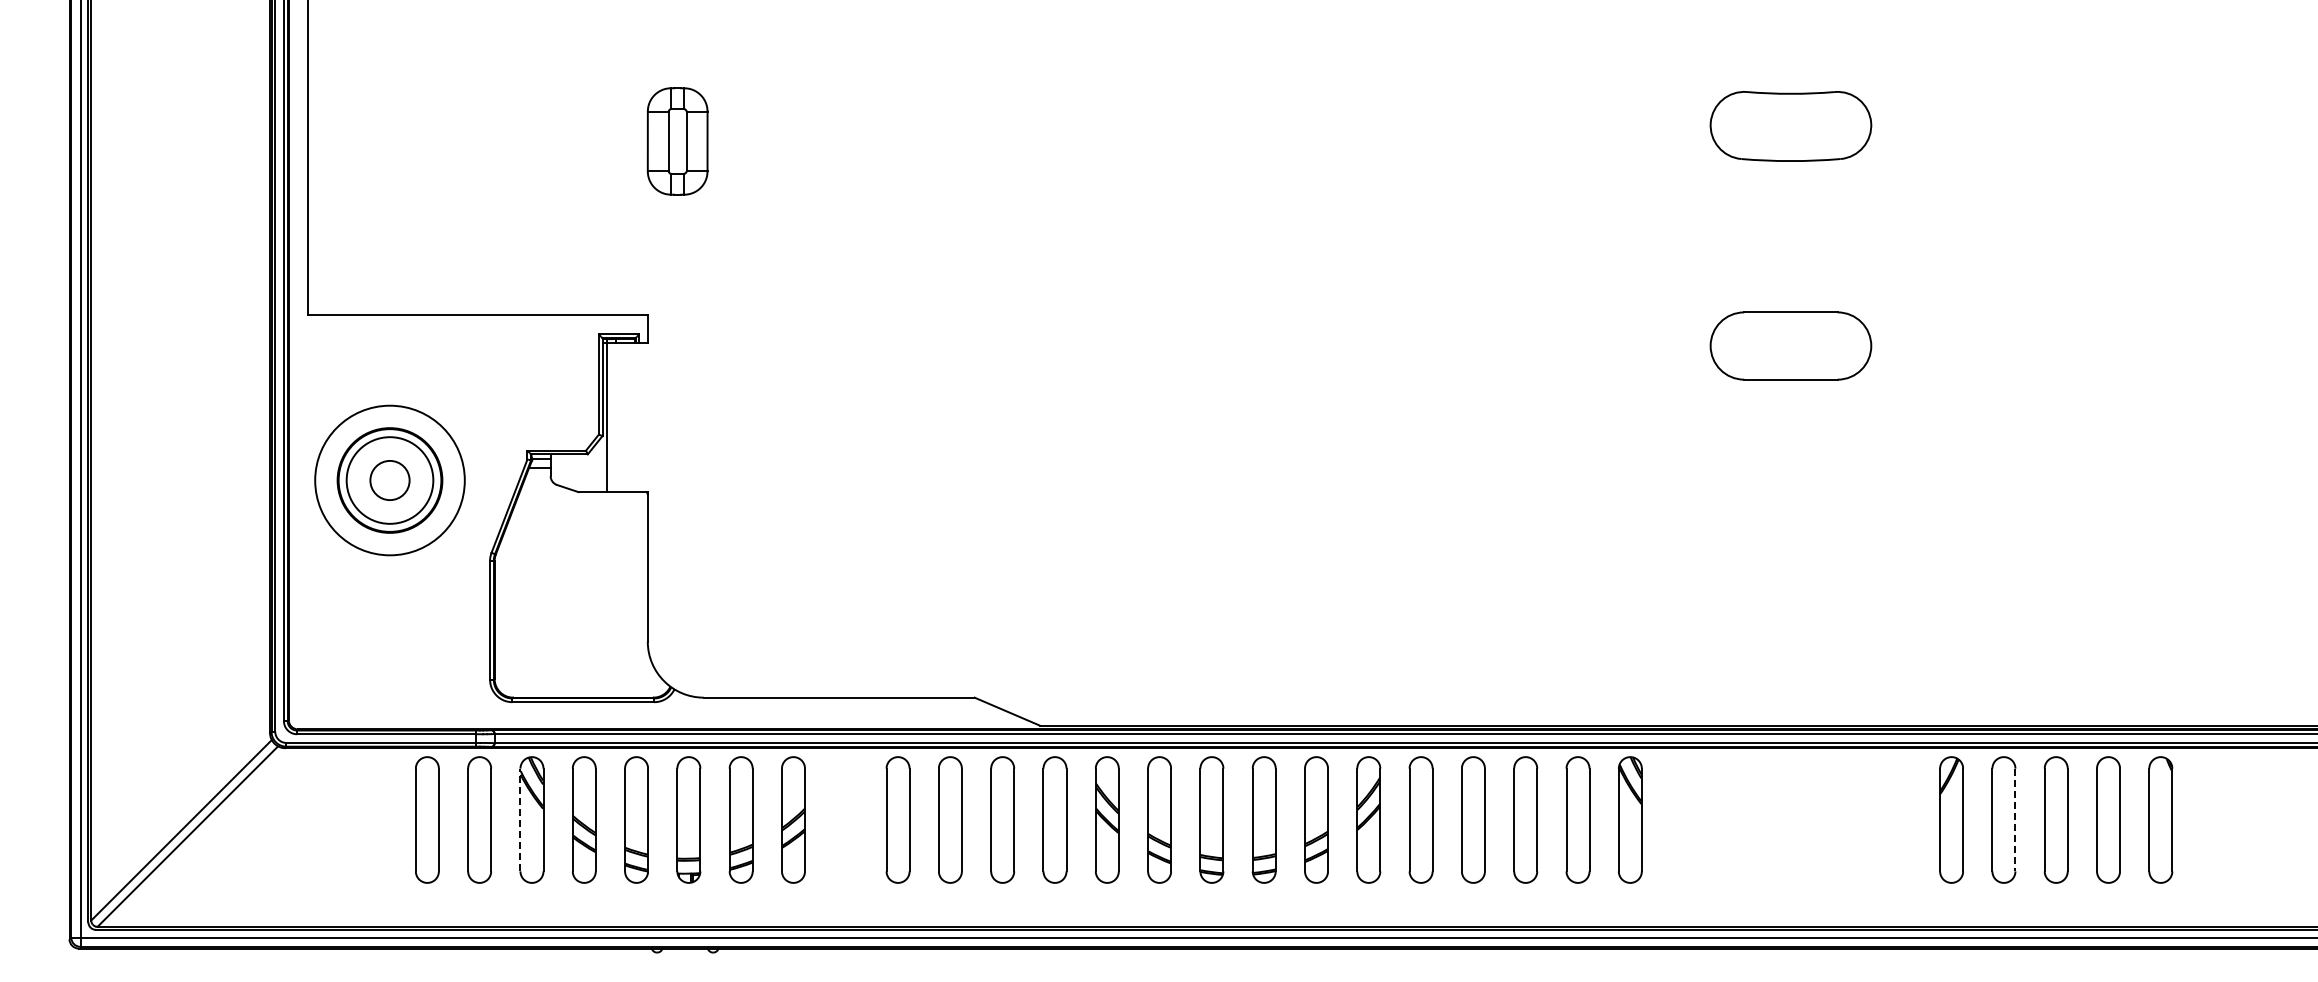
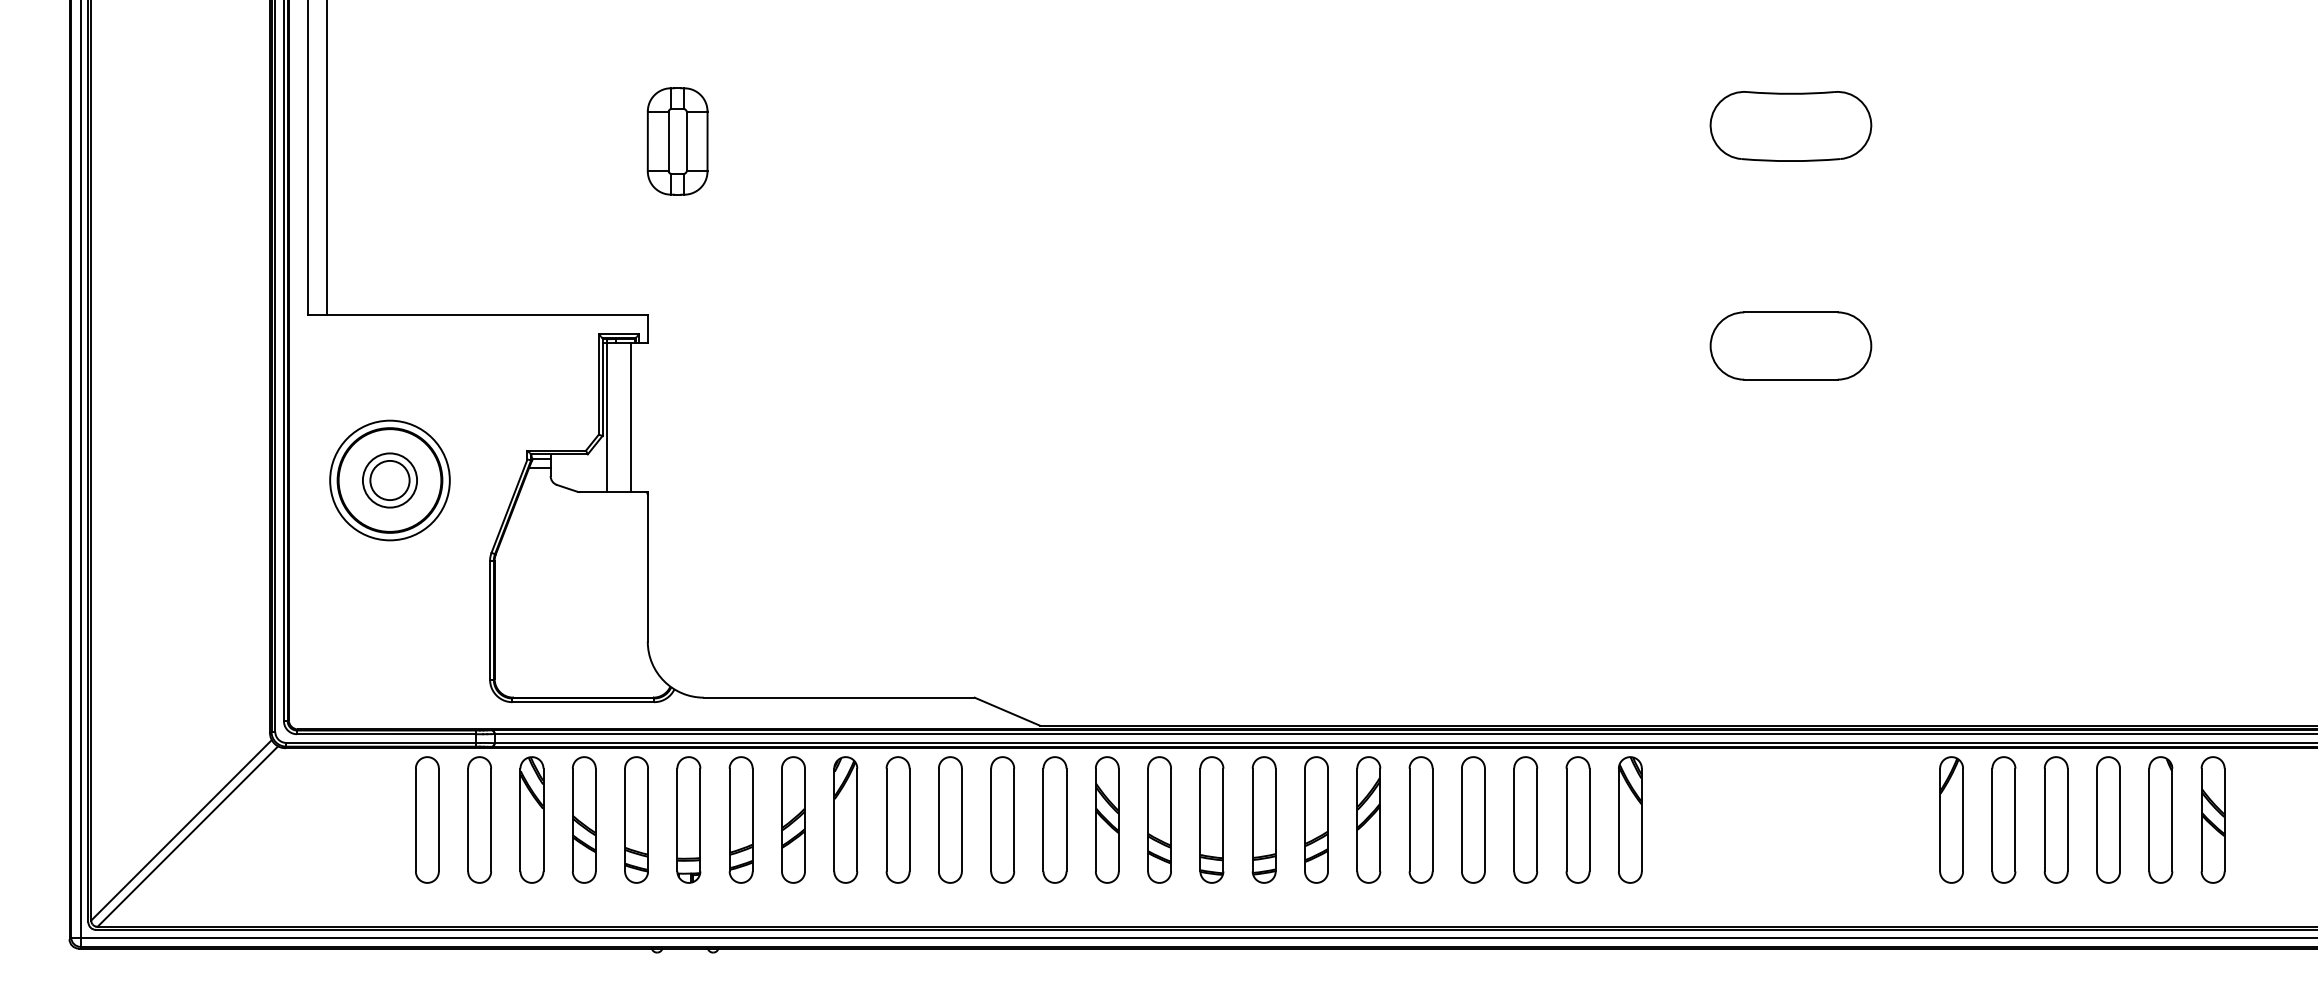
line at (326, 158): none -> present
line at (630, 417): none -> present
circle at (389, 480) diameter: 150 px -> 120 px
circle at (389, 480) diameter: 87 px -> 54 px
line at (520, 819): dashed -> solid
part at (845, 819): none -> present
part at (2212, 819): none -> present
line at (2015, 820): dashed -> solid
